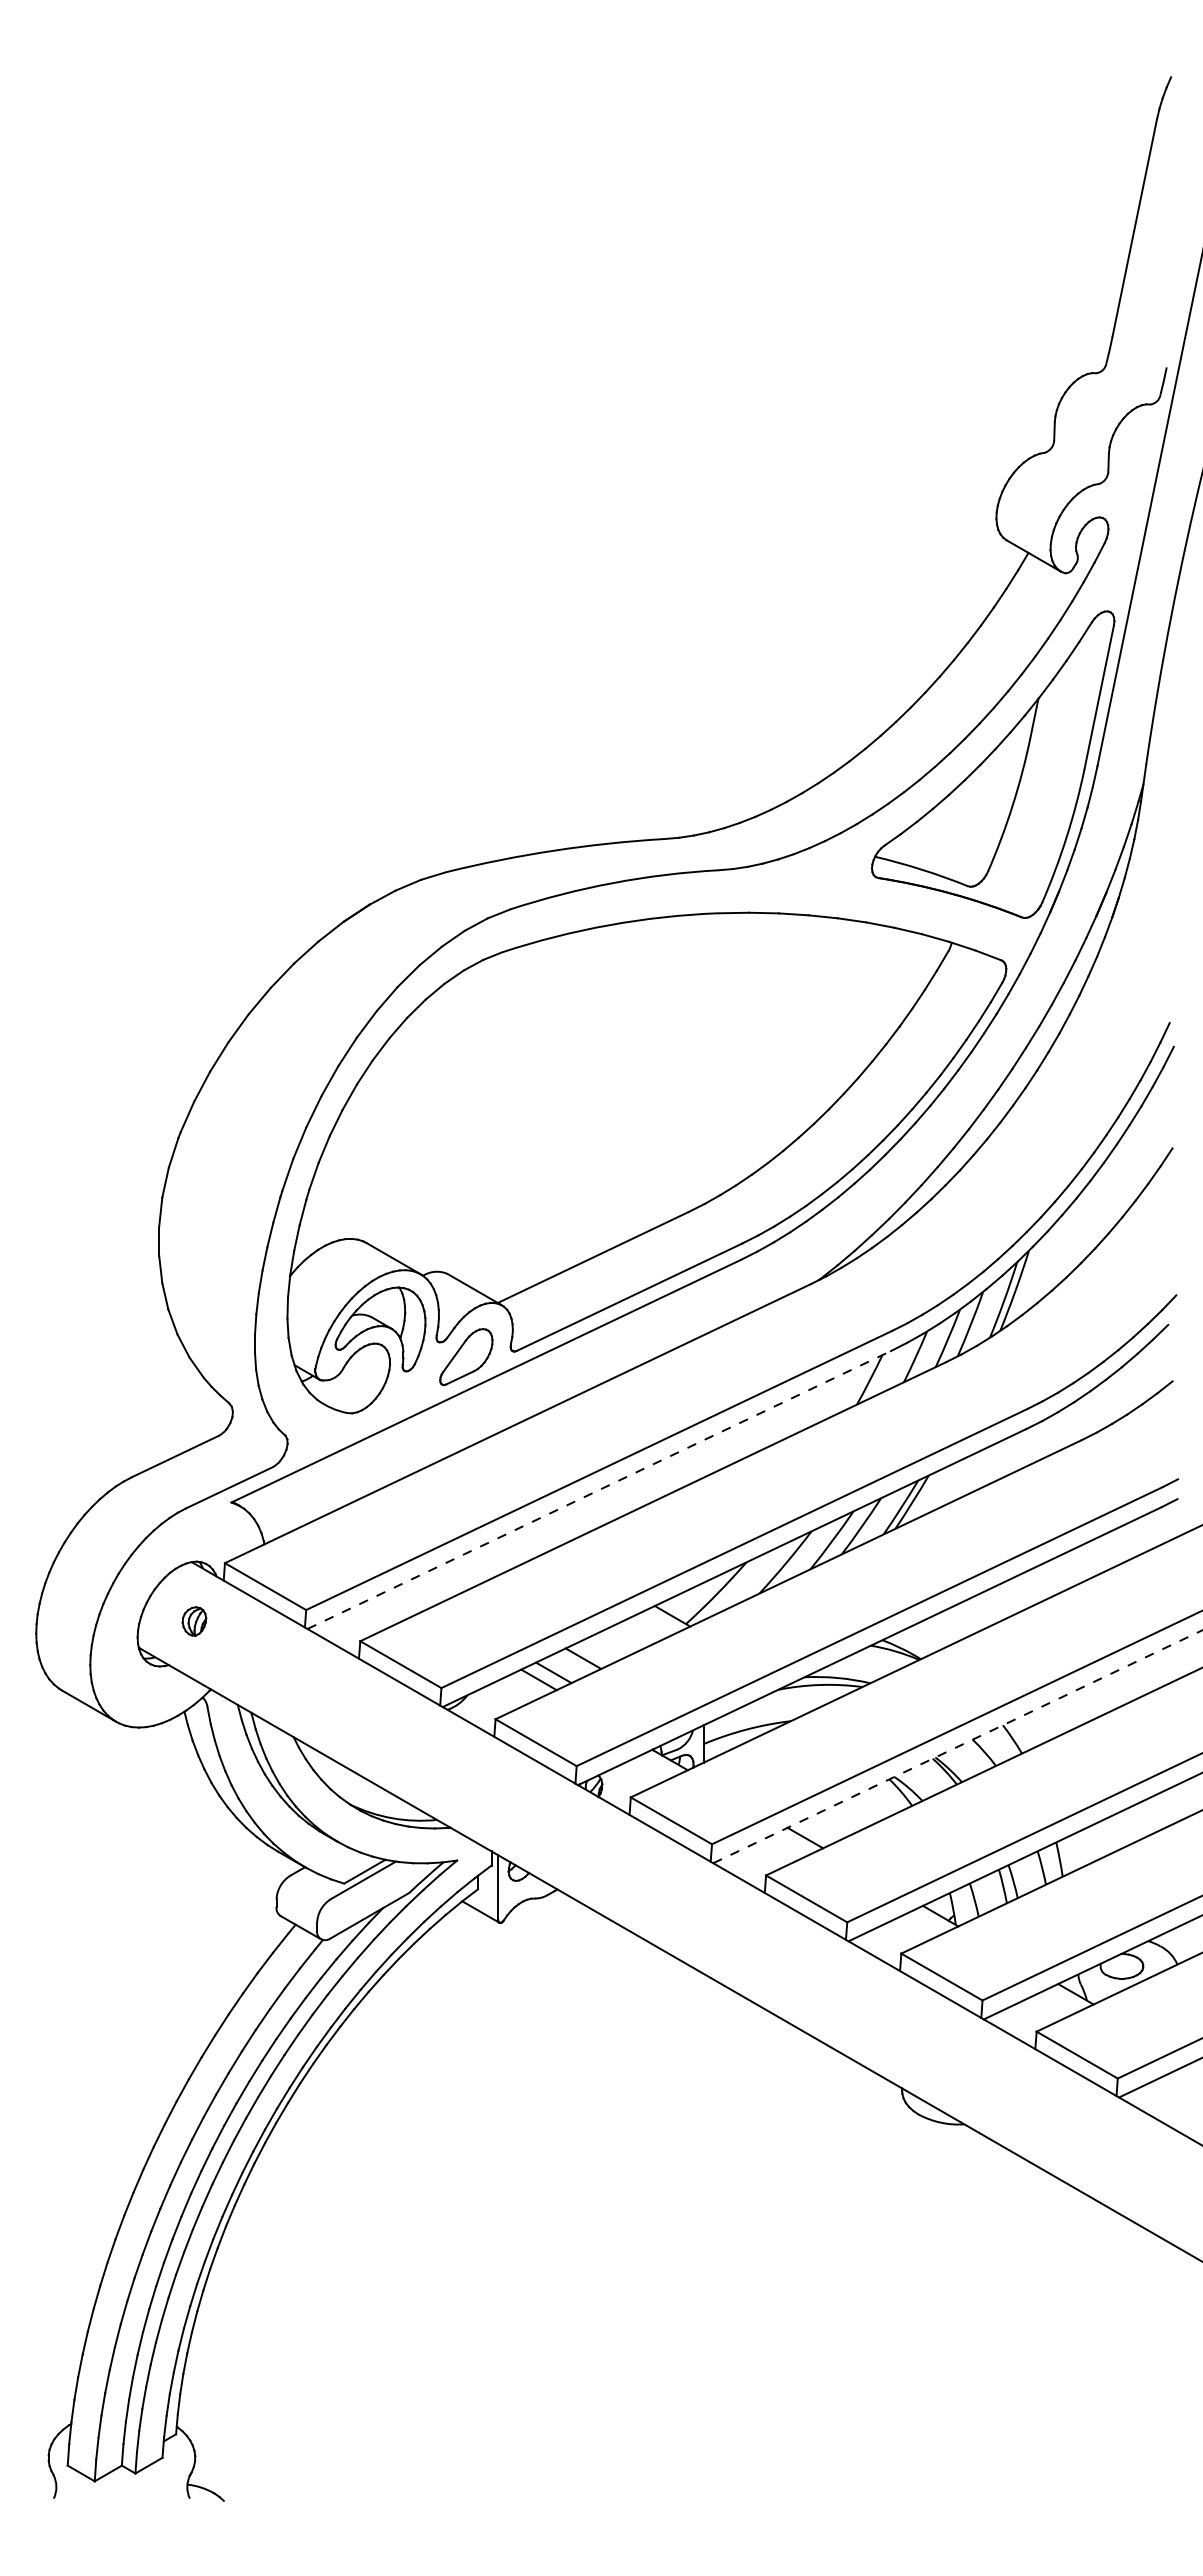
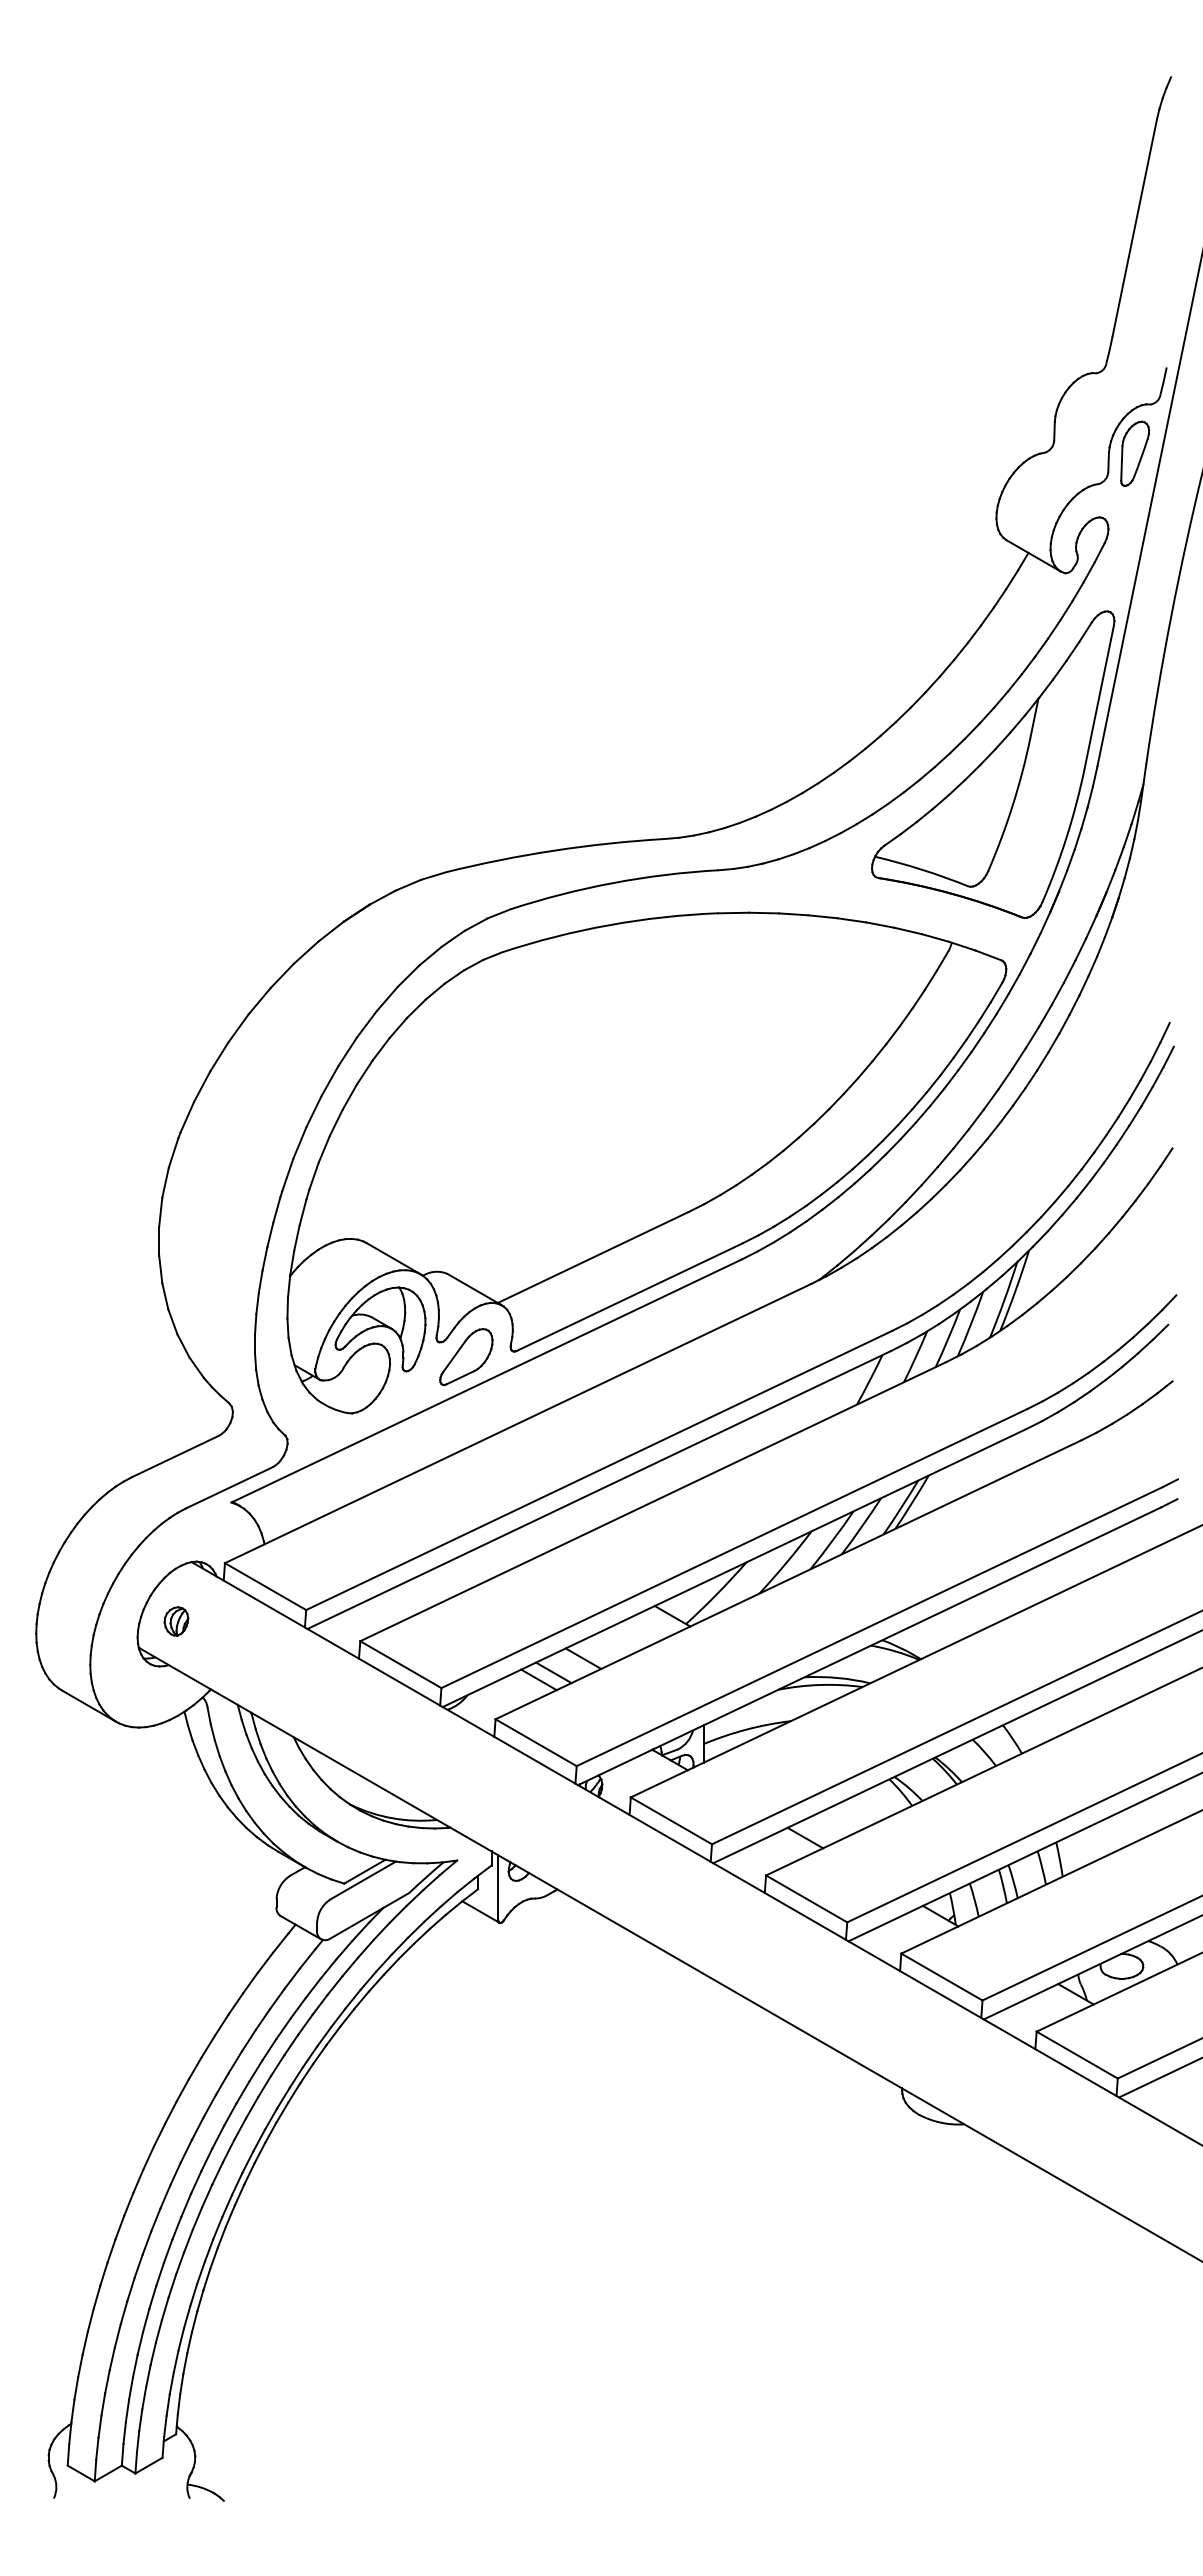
part at (1135, 453): none -> present
line at (599, 1489): dashed -> solid
part at (194, 1621) position: (194, 1621) -> (176, 1621)
line at (958, 1746): dashed -> solid
